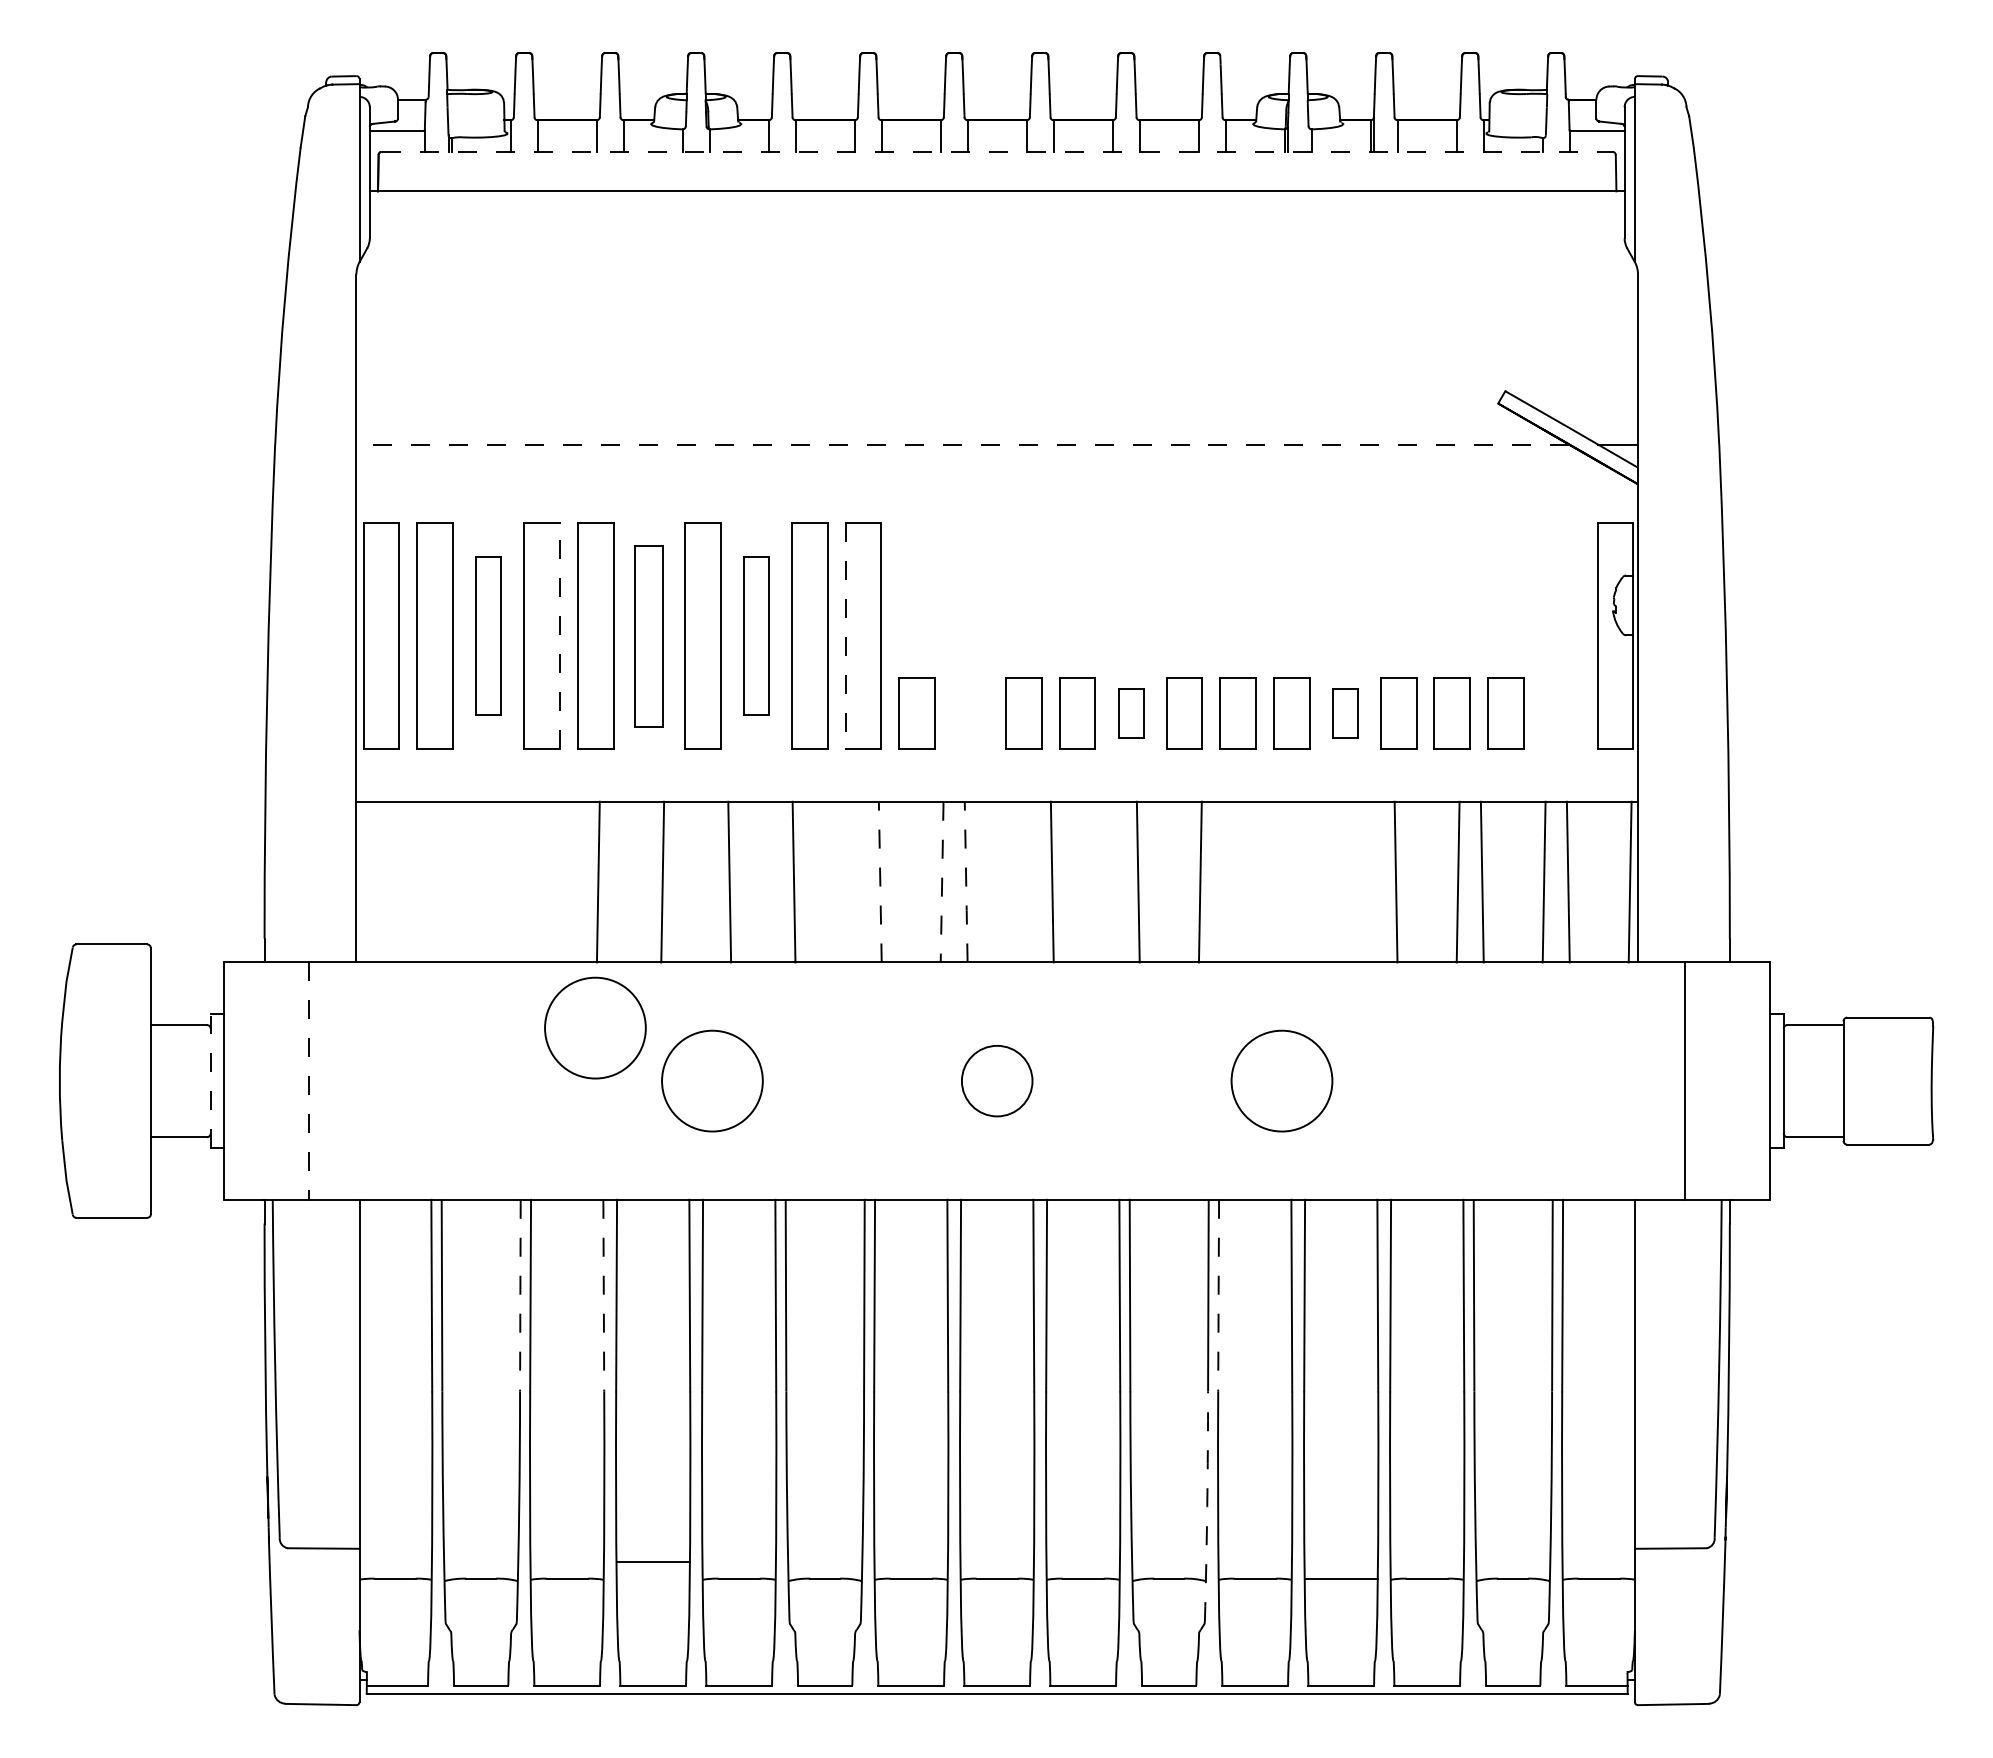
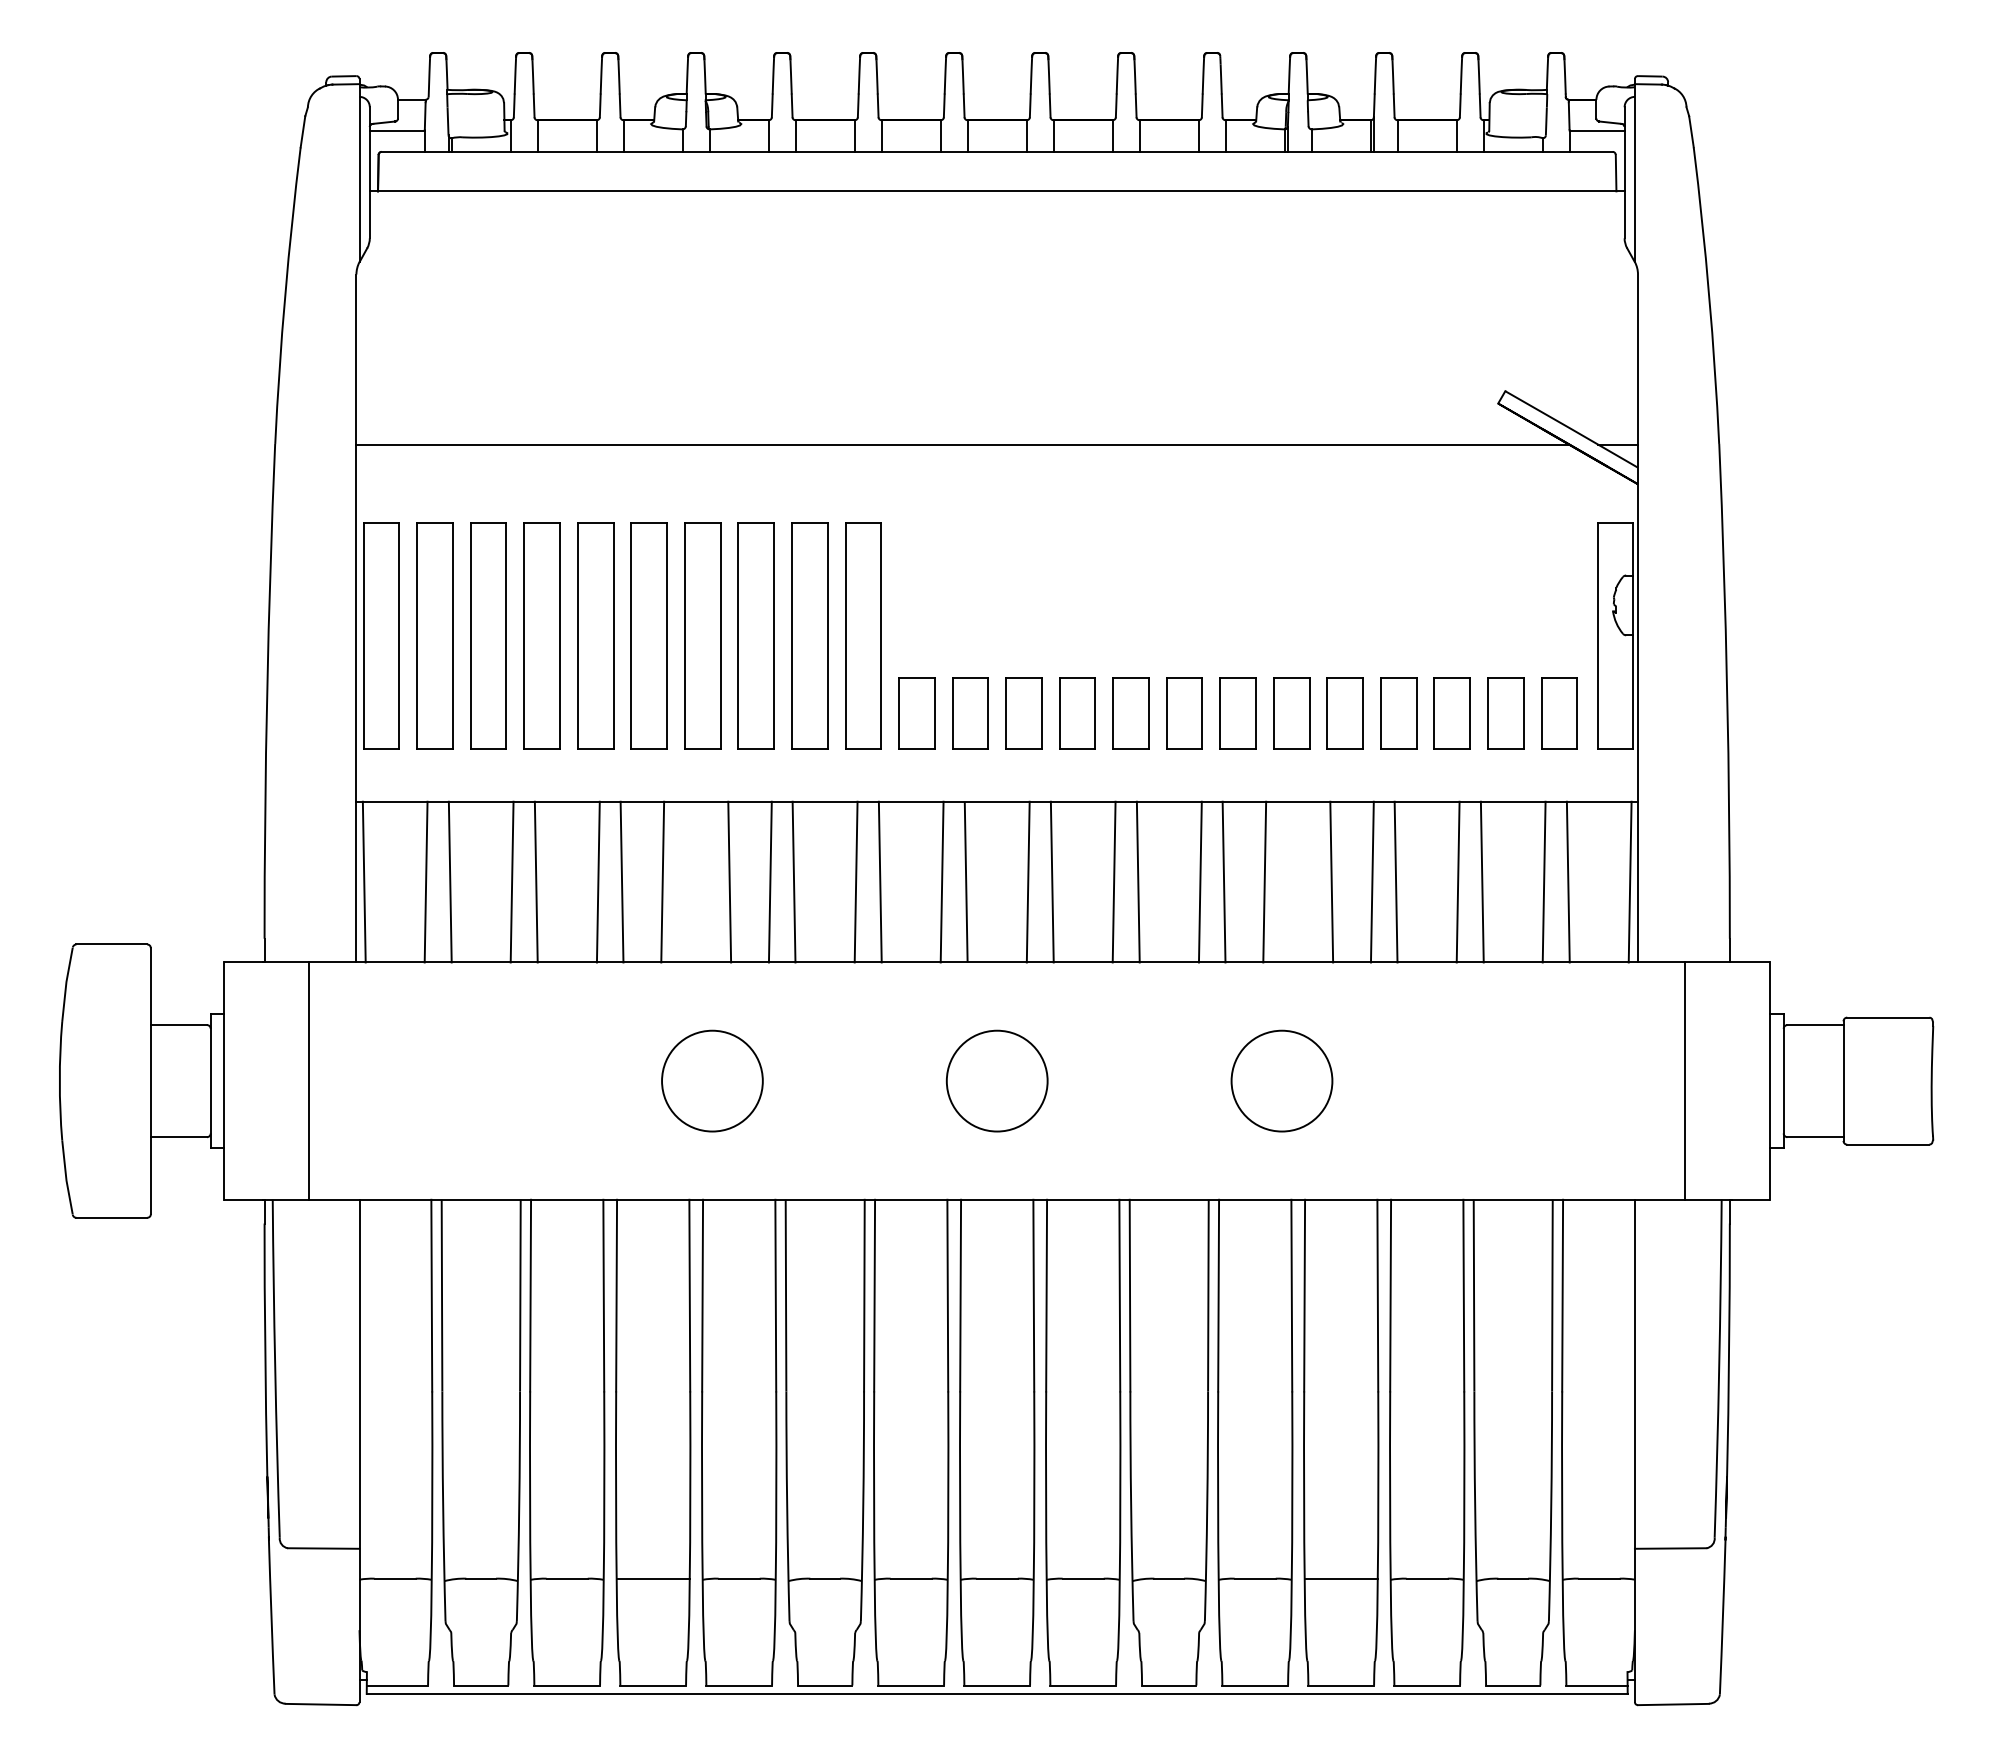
line at (997, 151): dashed -> solid
line at (962, 444): dashed -> solid
part at (488, 635) size: 27x160 px -> 37x228 px
part at (756, 635) size: 27x160 px -> 38x228 px
line at (559, 636): dashed -> solid
part at (648, 636) size: 30x183 px -> 38x228 px
line at (845, 636): dashed -> solid
part at (970, 713): none -> present
part at (1131, 713) size: 27x51 px -> 38x73 px
part at (1345, 713) size: 27x51 px -> 38x73 px
part at (1559, 713): none -> present
line at (363, 881): none -> present
line at (425, 881): none -> present
line at (449, 881): none -> present
line at (511, 881): none -> present
line at (535, 881): none -> present
line at (621, 881): none -> present
line at (769, 881): none -> present
line at (855, 881): none -> present
line at (880, 881): dashed -> solid
line at (1027, 881): none -> present
line at (1113, 881): none -> present
line at (1223, 881): none -> present
line at (1264, 881): none -> present
line at (1331, 881): none -> present
line at (1371, 881): none -> present
line at (942, 882): dashed -> solid
line at (966, 882): dashed -> solid
circle at (595, 1027): present -> none
line at (210, 1080): dashed -> solid
circle at (996, 1080) diameter: 71 px -> 101 px
line at (309, 1081): dashed -> solid
line at (520, 1295): dashed -> solid
line at (603, 1295): dashed -> solid
line at (1218, 1295): dashed -> solid
arc at (1207, 1506): dashed -> solid
line at (652, 1561) position: (652, 1561) -> (652, 1578)
